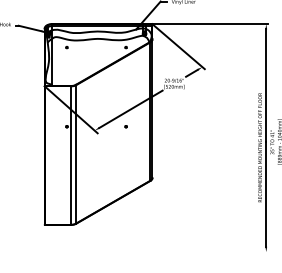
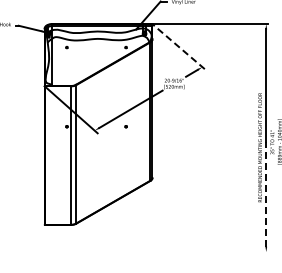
line at (178, 46): solid -> dashed
line at (266, 194): solid -> dashed
